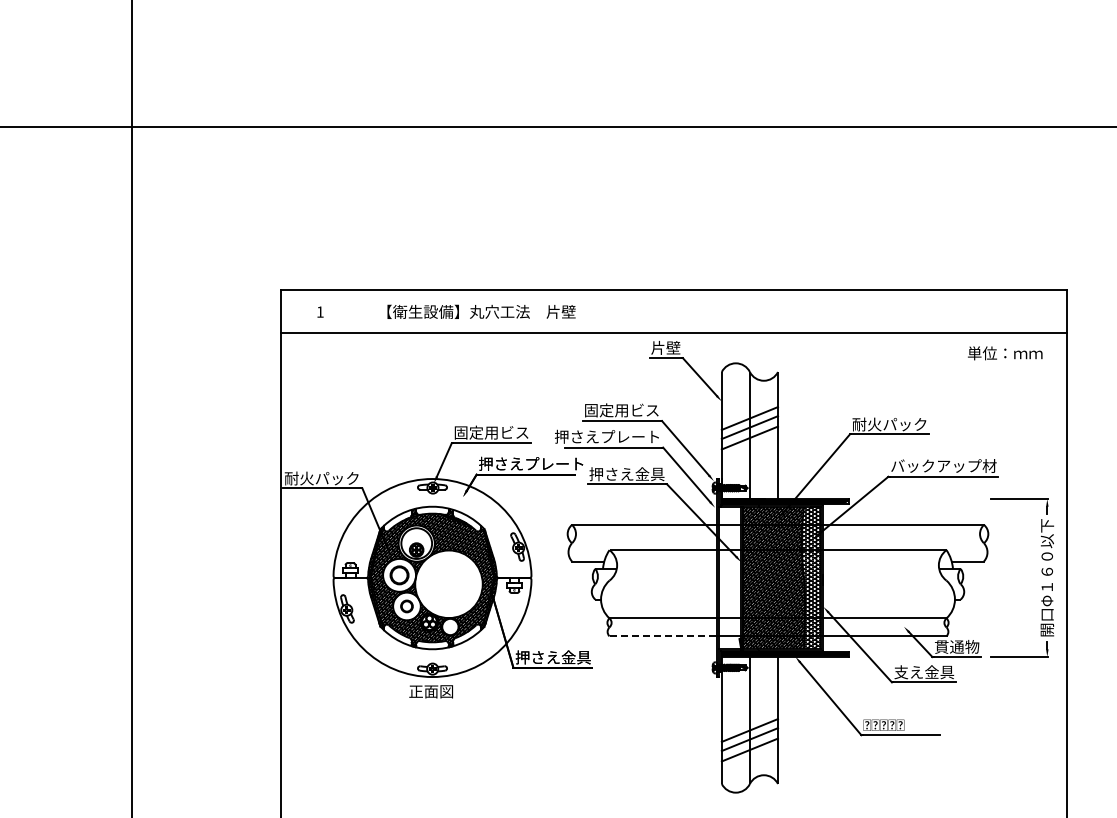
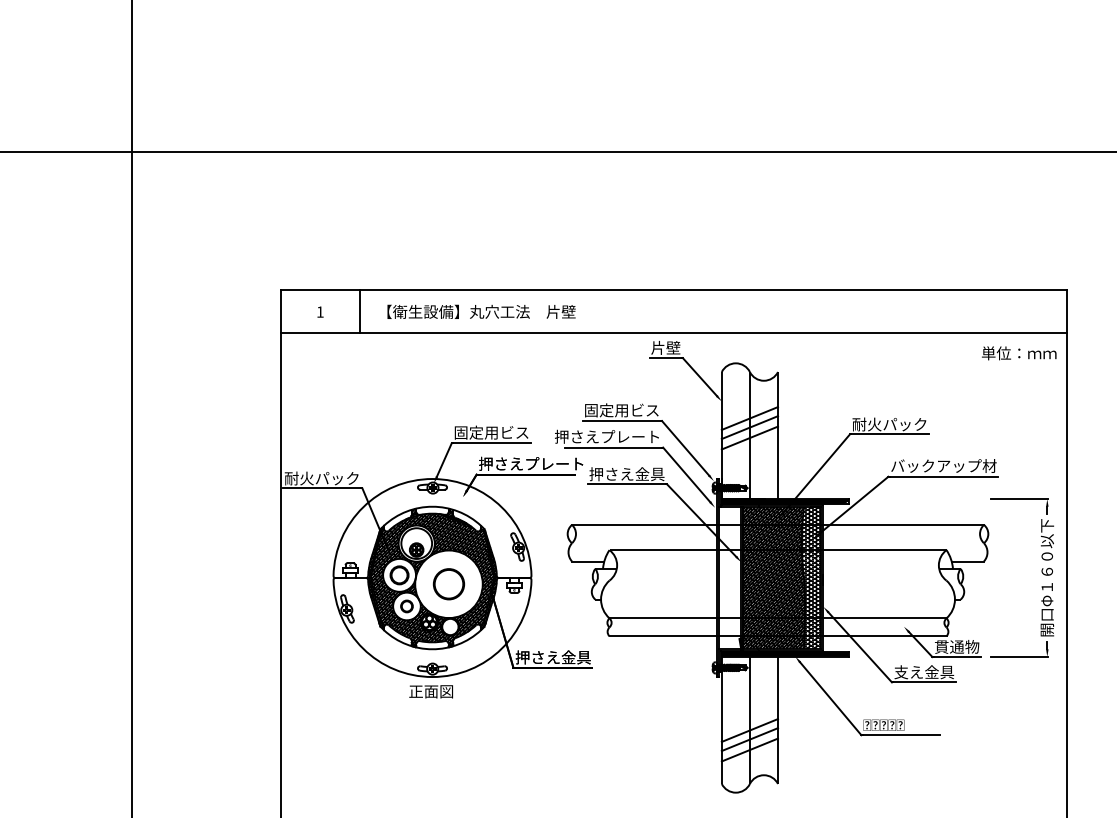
line at (557, 127) position: (557, 127) -> (557, 152)
line at (359, 310): none -> present
text at (1005, 353) position: (1005, 353) -> (1019, 353)
part at (448, 584): none -> present
line at (663, 636): dashed -> solid
